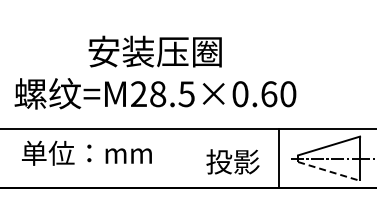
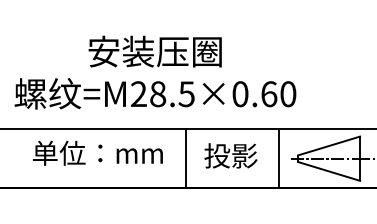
text at (86, 152) position: (86, 152) -> (97, 152)
line at (186, 158): none -> present
text at (232, 161) position: (232, 161) -> (230, 155)
line at (329, 171): dashed -> solid
